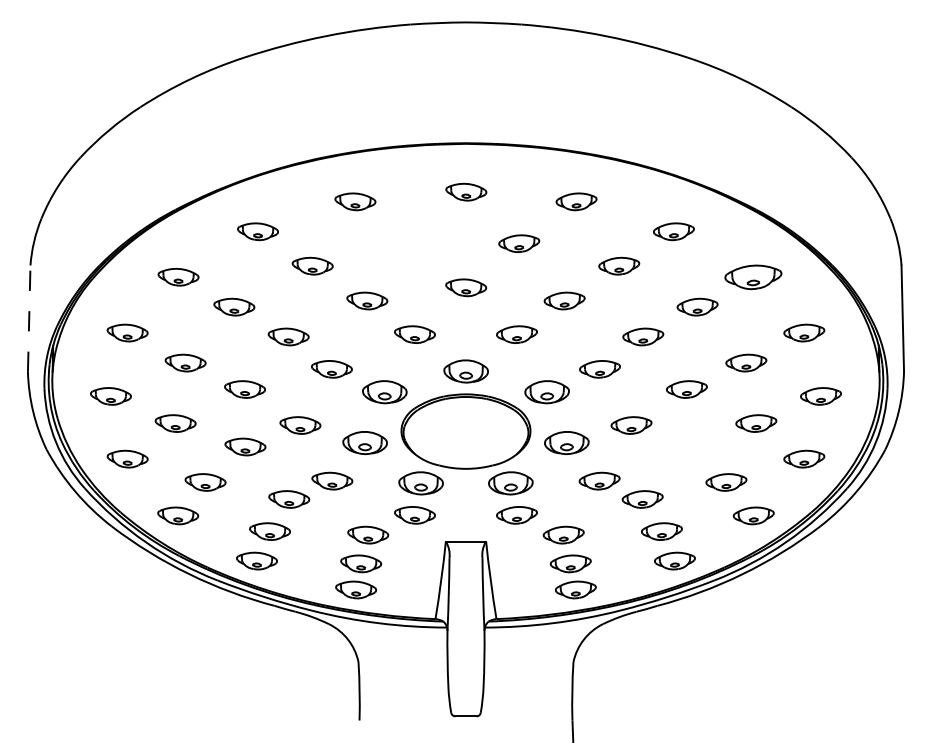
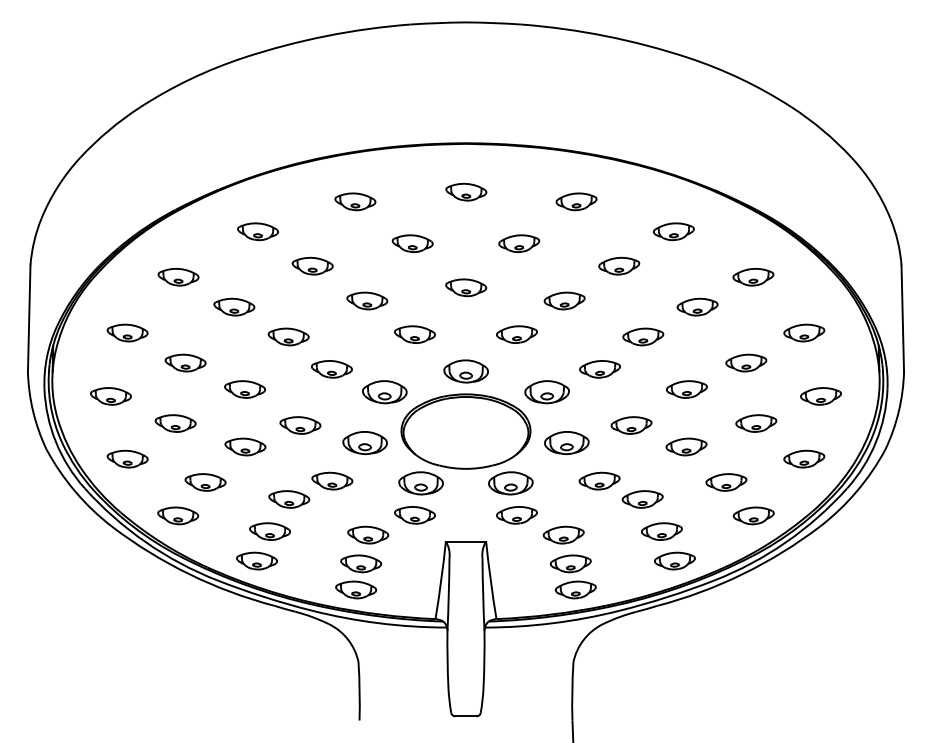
part at (412, 243): none -> present
part at (753, 277) size: 59x27 px -> 43x20 px
line at (29, 318): dashed -> solid
part at (686, 446): none -> present
